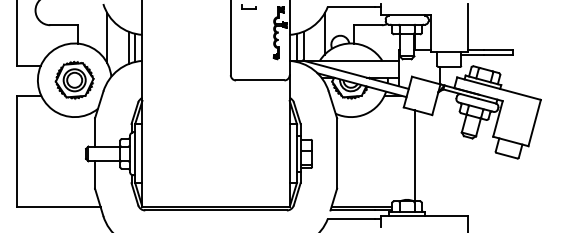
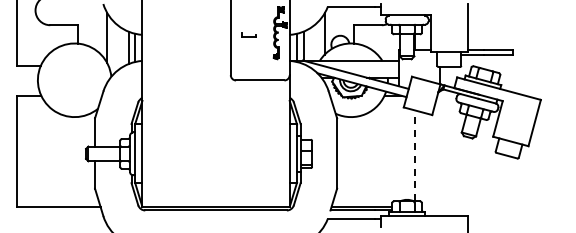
part at (248, 6) position: (248, 6) -> (248, 34)
part at (74, 79): present -> none
line at (414, 155): solid -> dashed
